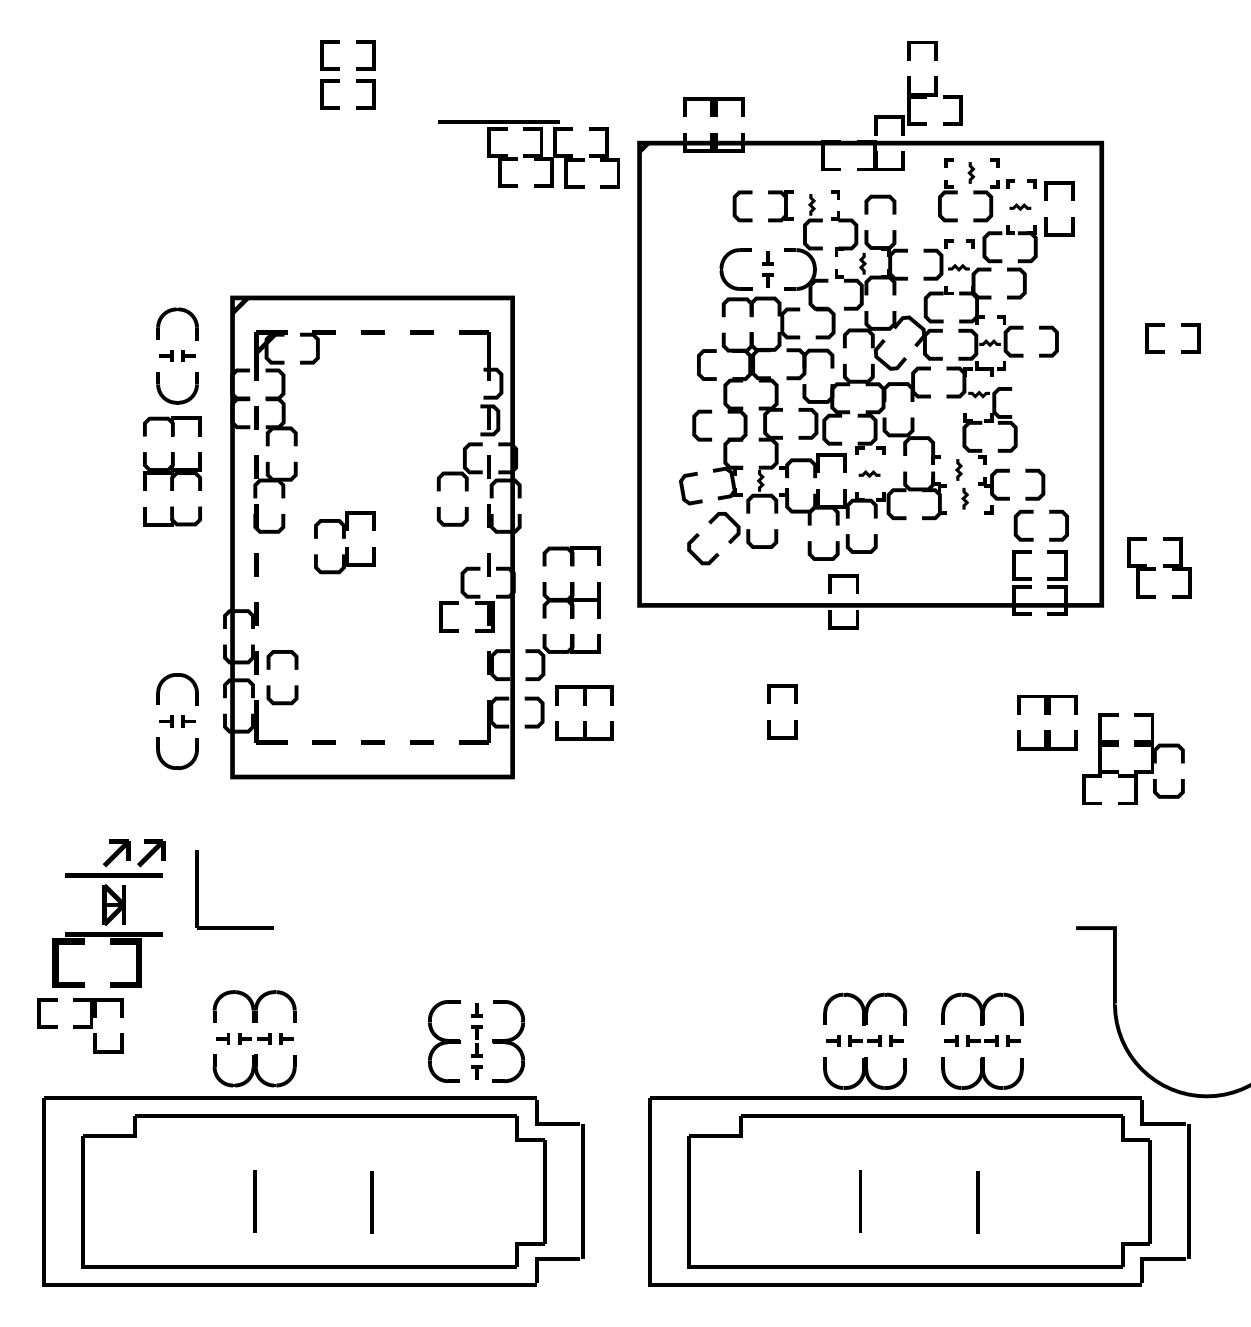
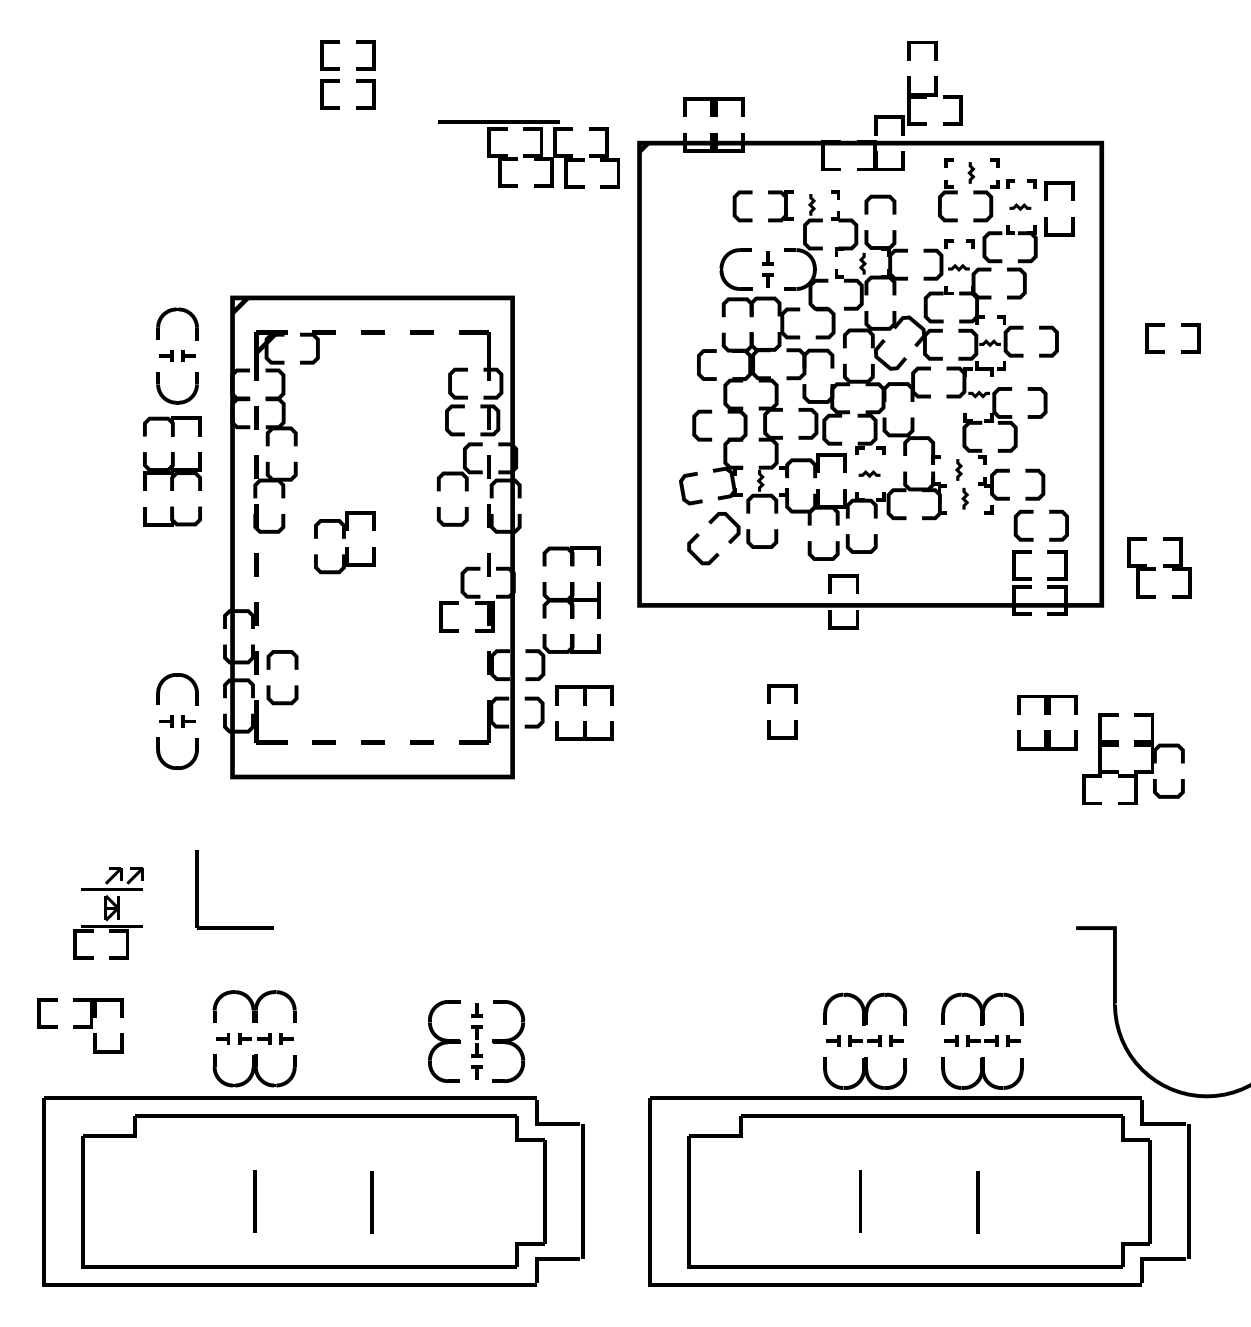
part at (456, 401): none -> present
curve at (1043, 402): none -> present
part at (108, 913) size: 114x149 px -> 71x93 px
